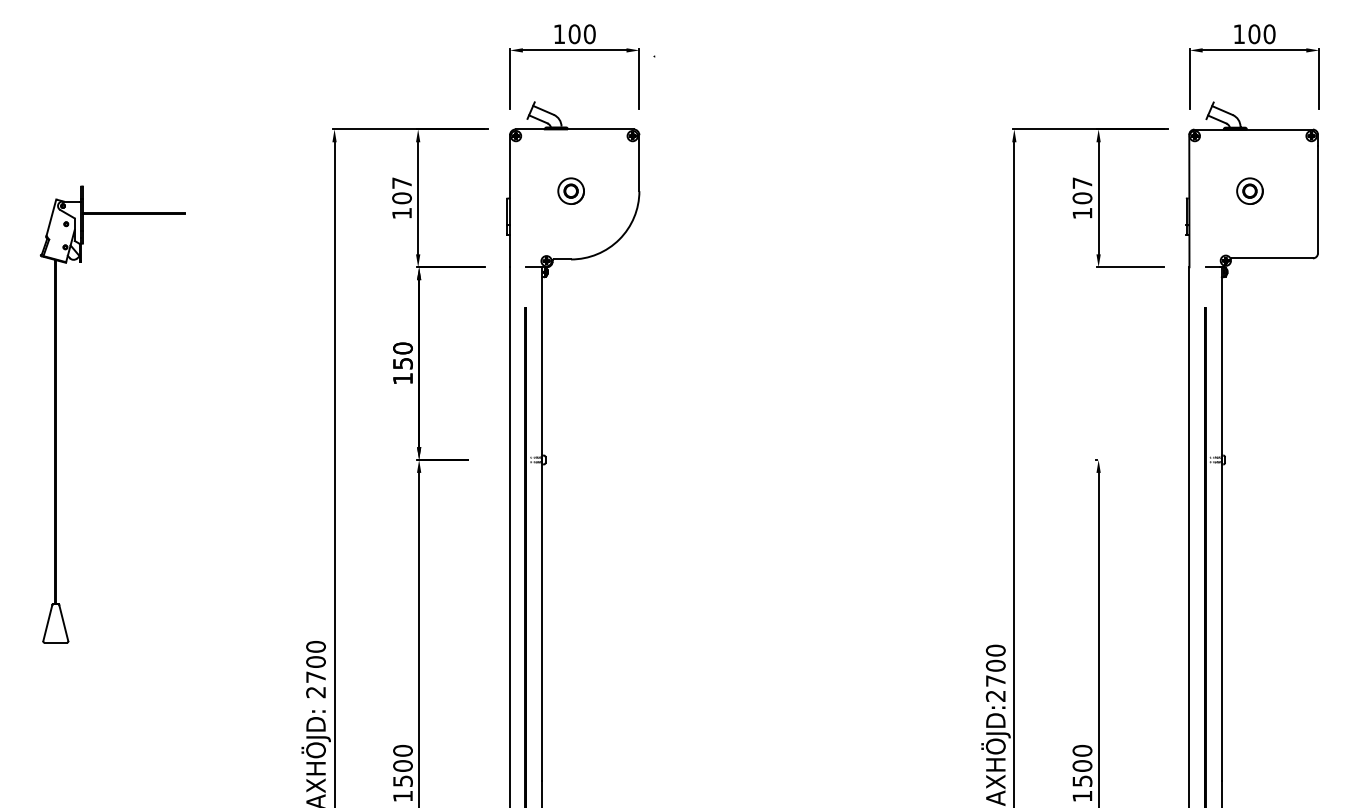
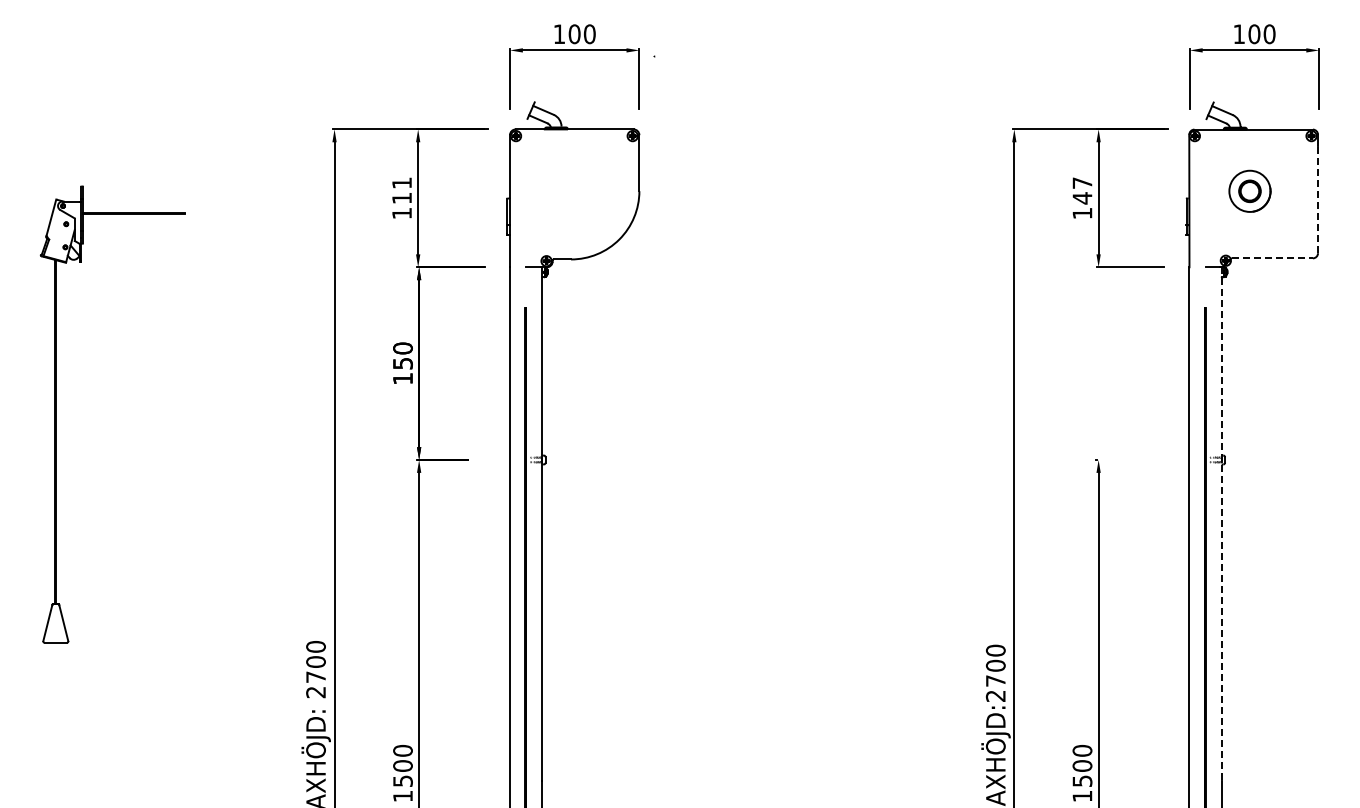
text at (401, 190): 107 -> 111
part at (570, 190): present -> none
part at (1249, 190) size: 28x28 px -> 44x44 px
text at (1082, 198): 107 -> 147
line at (1318, 199): solid -> dashed
line at (1272, 258): solid -> dashed
line at (1221, 523): solid -> dashed
